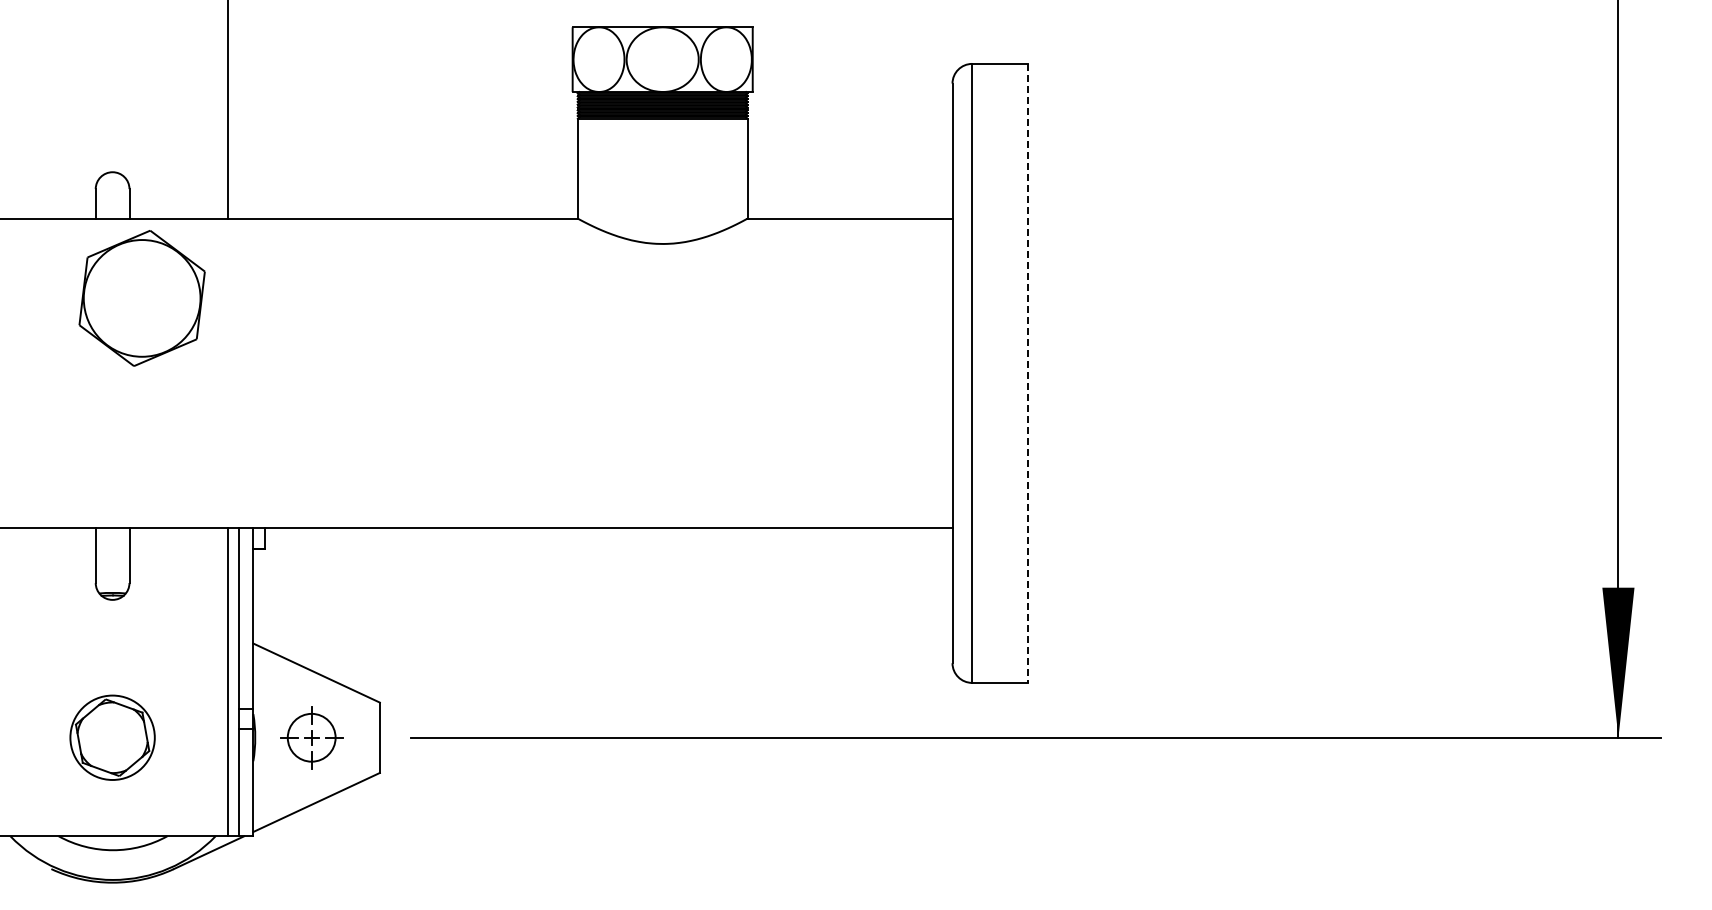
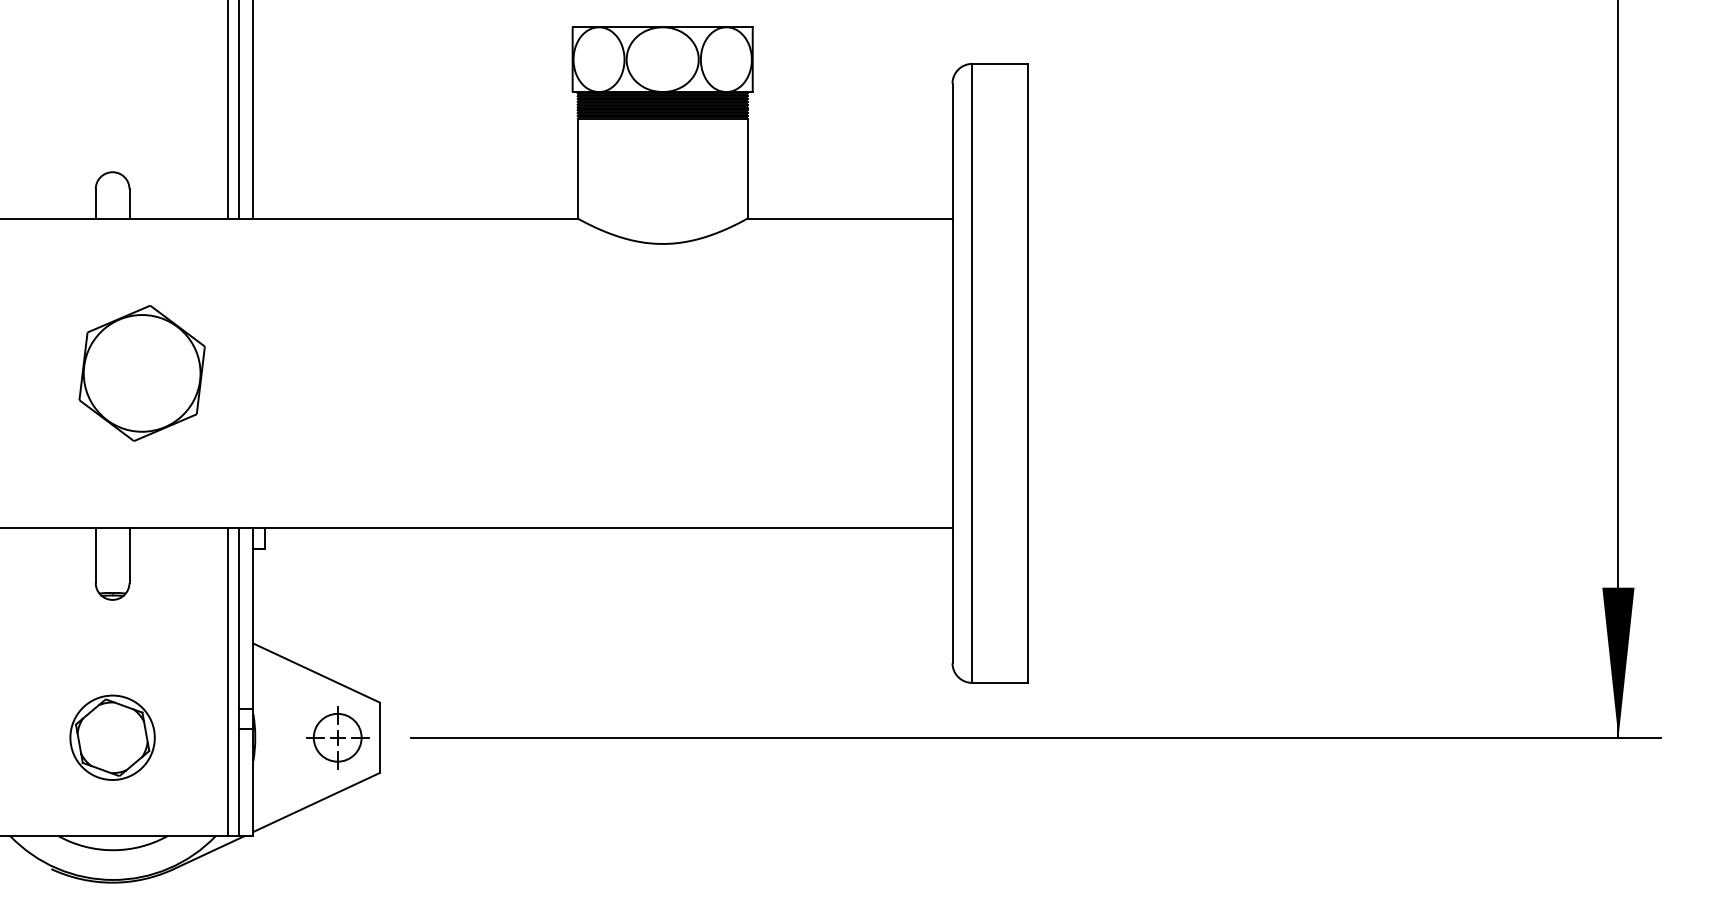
line at (239, 110): none -> present
line at (253, 110): none -> present
part at (141, 298) position: (141, 298) -> (141, 373)
line at (1028, 373): dashed -> solid
part at (311, 737) position: (311, 737) -> (337, 737)
